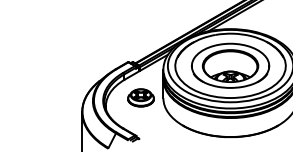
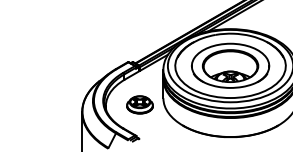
part at (140, 97) position: (140, 97) -> (139, 104)
